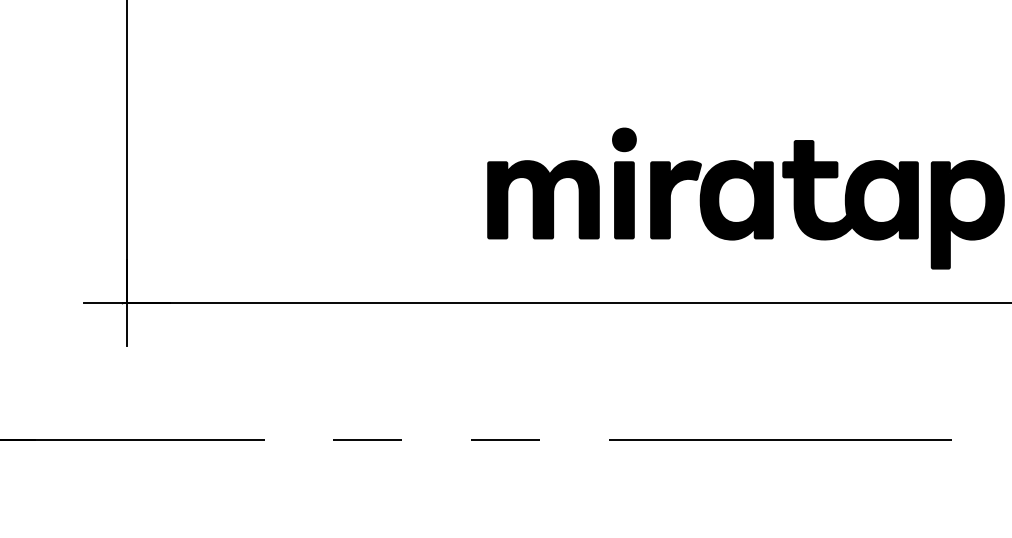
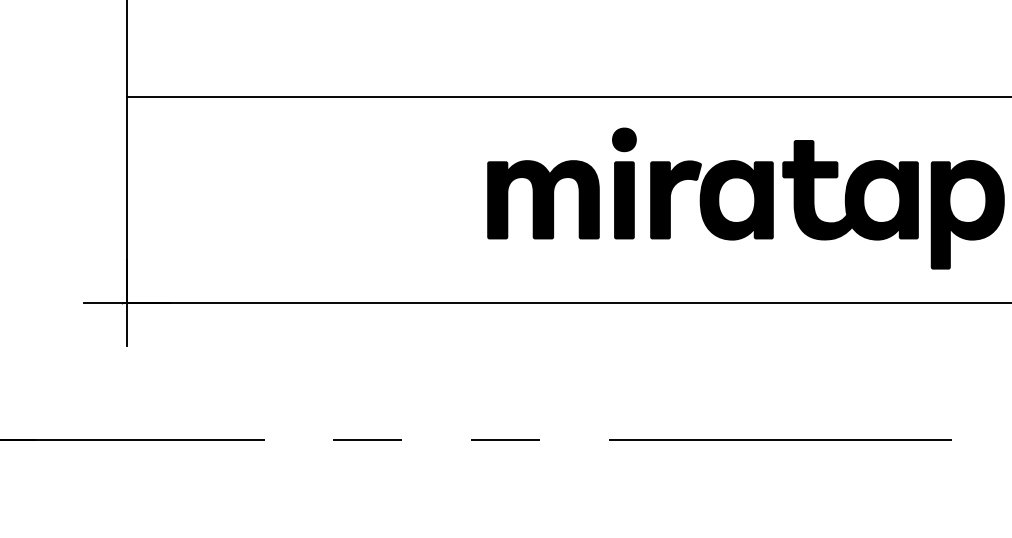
line at (567, 96): none -> present
